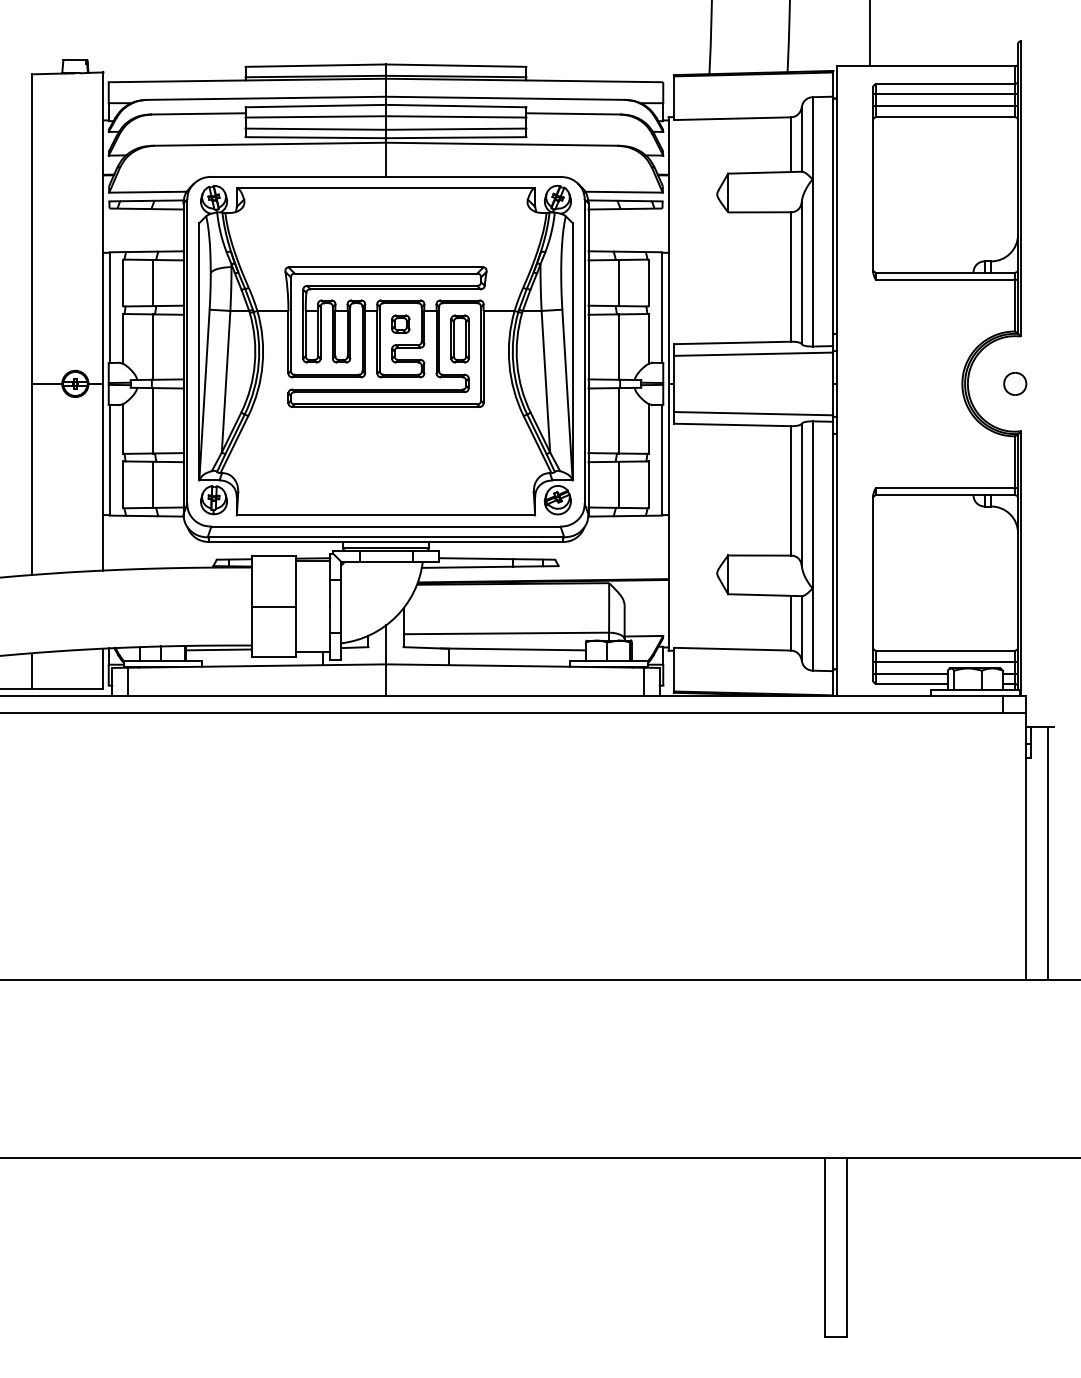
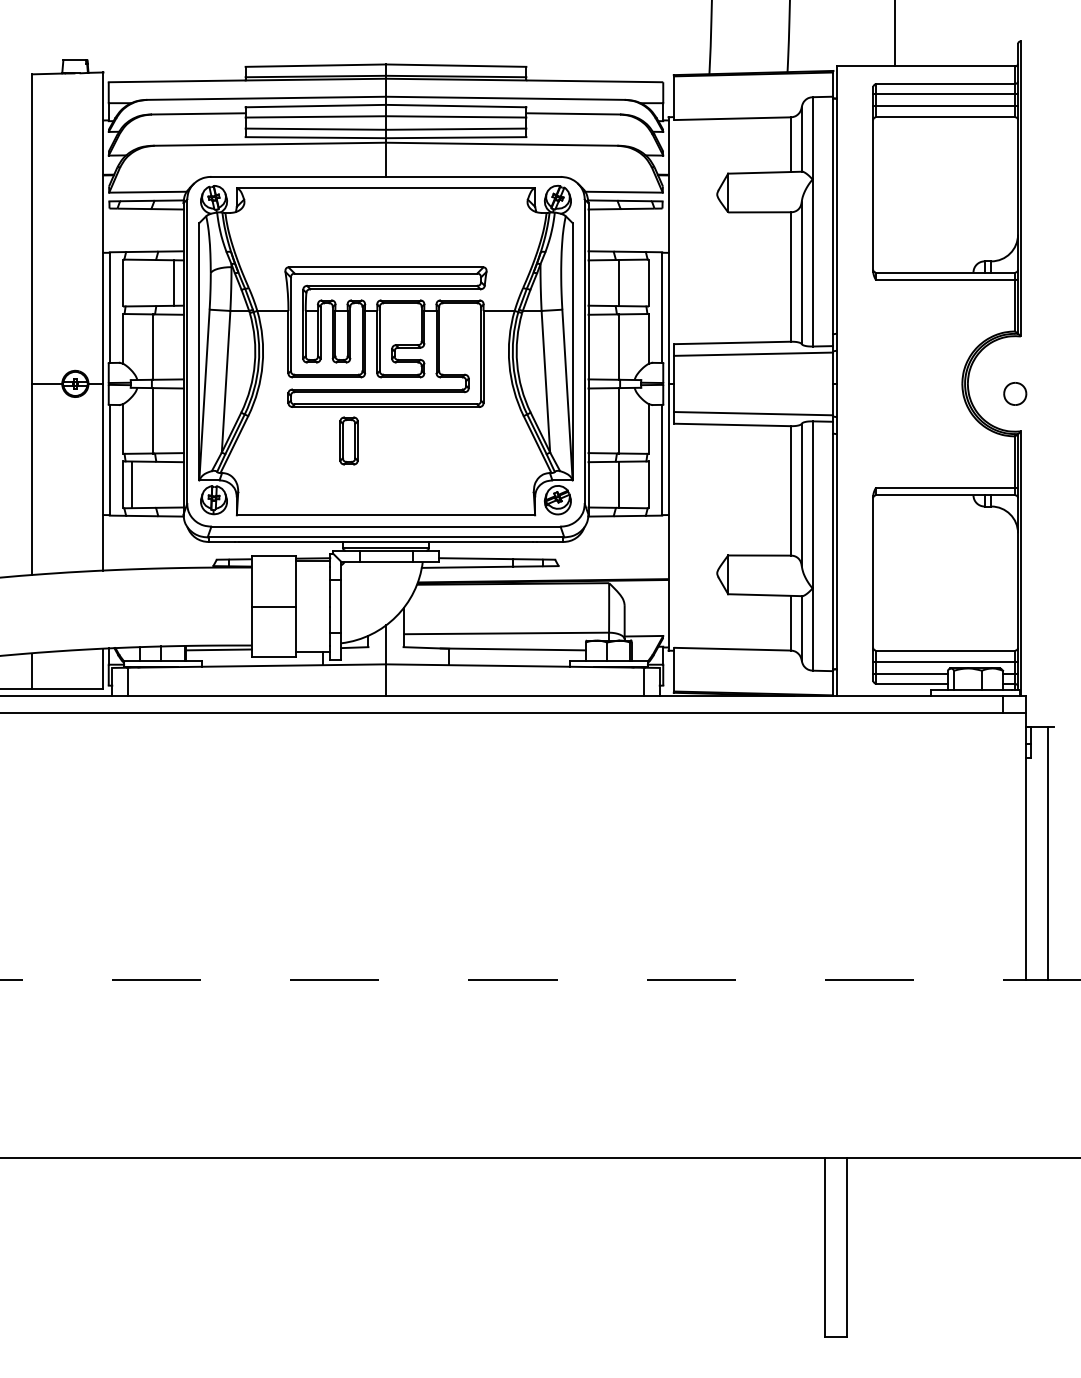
line at (869, 34) position: (869, 34) -> (894, 34)
line at (152, 283) position: (152, 283) -> (173, 283)
part at (400, 323): present -> none
part at (459, 338) position: (459, 338) -> (348, 440)
part at (1015, 383) position: (1015, 383) -> (1015, 393)
line at (152, 484) position: (152, 484) -> (131, 484)
line at (540, 980): solid -> dashed
